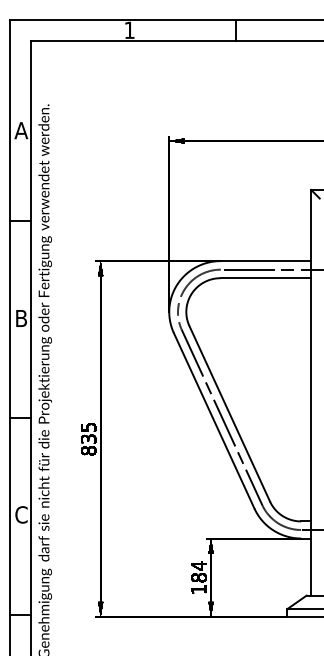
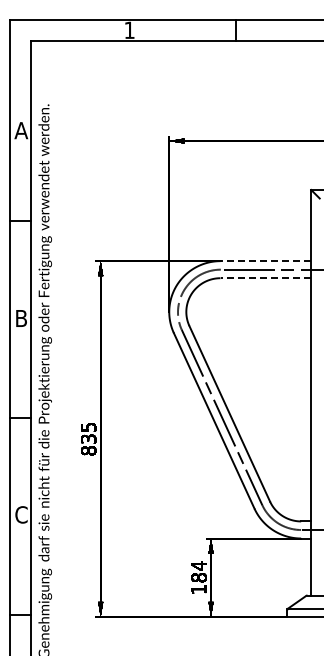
line at (265, 261): solid -> dashed
line at (265, 278): solid -> dashed
